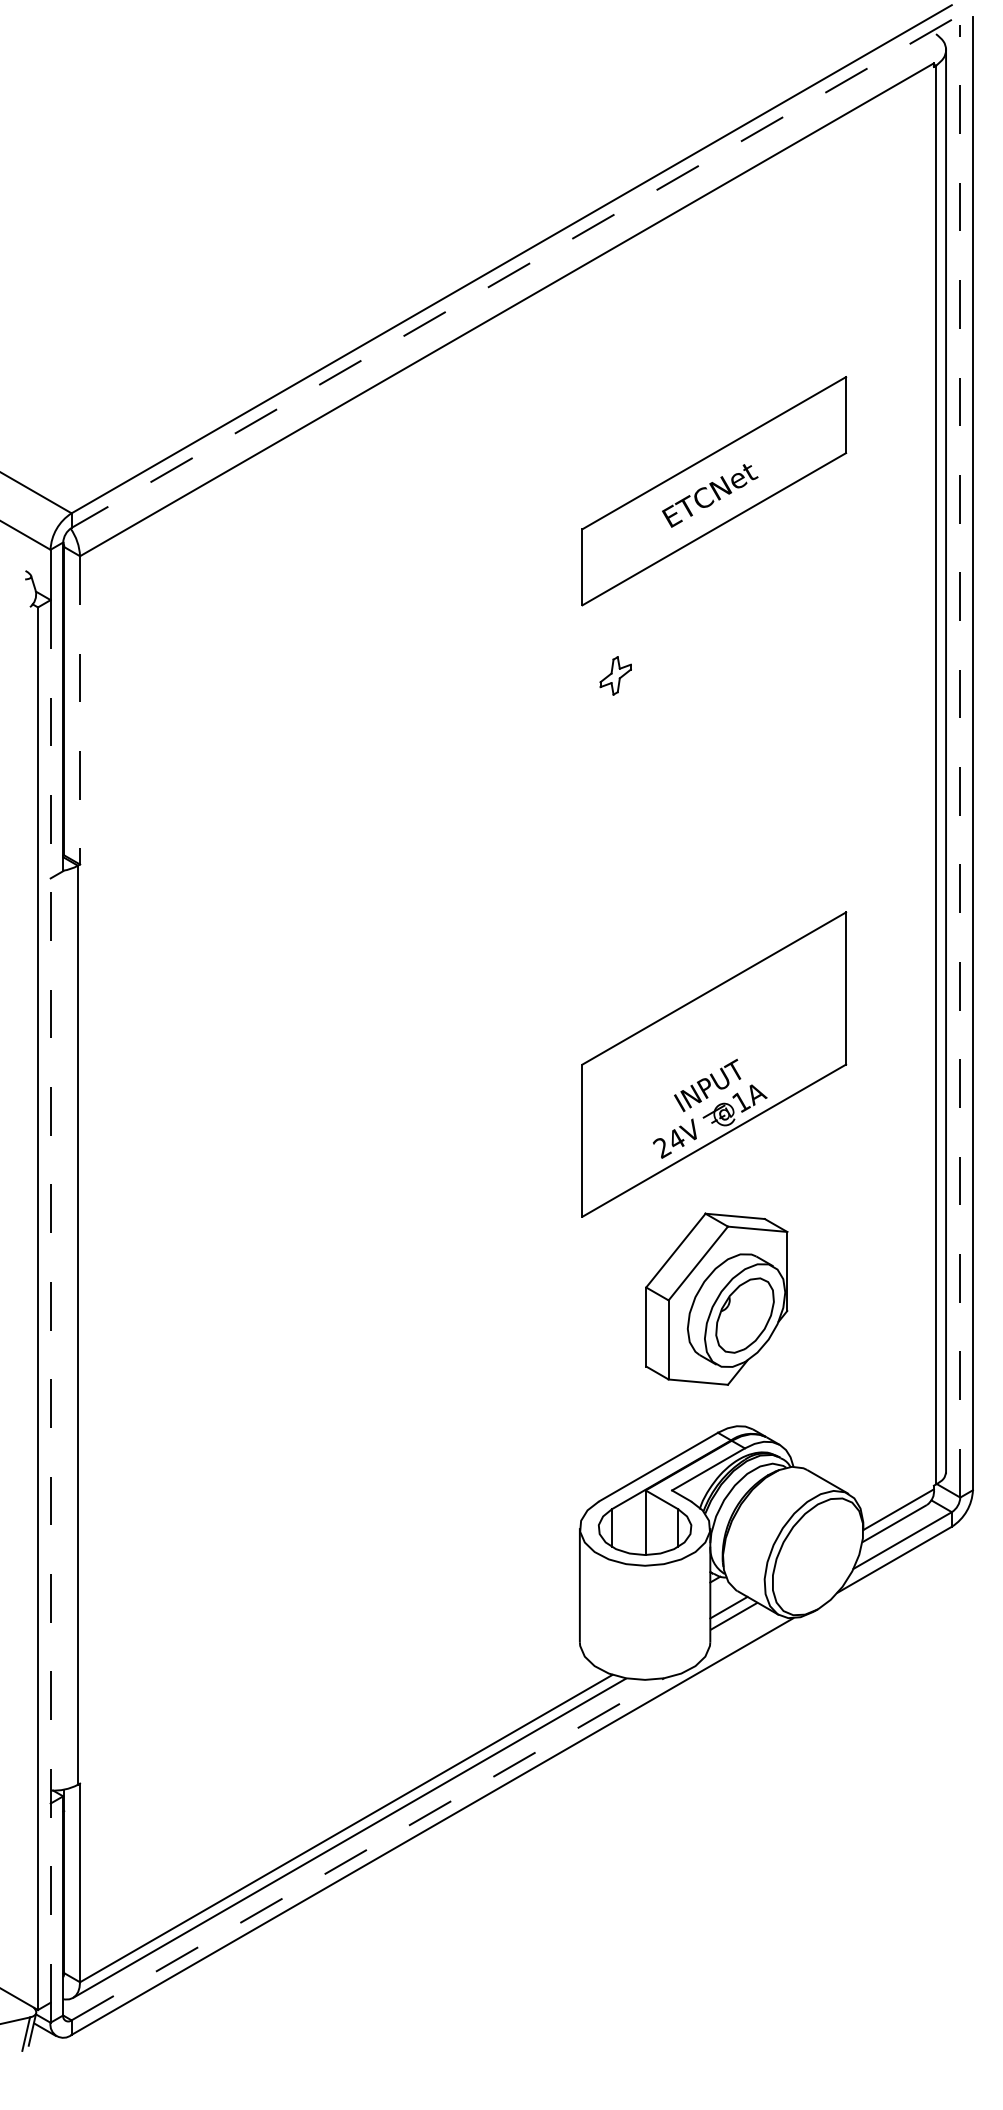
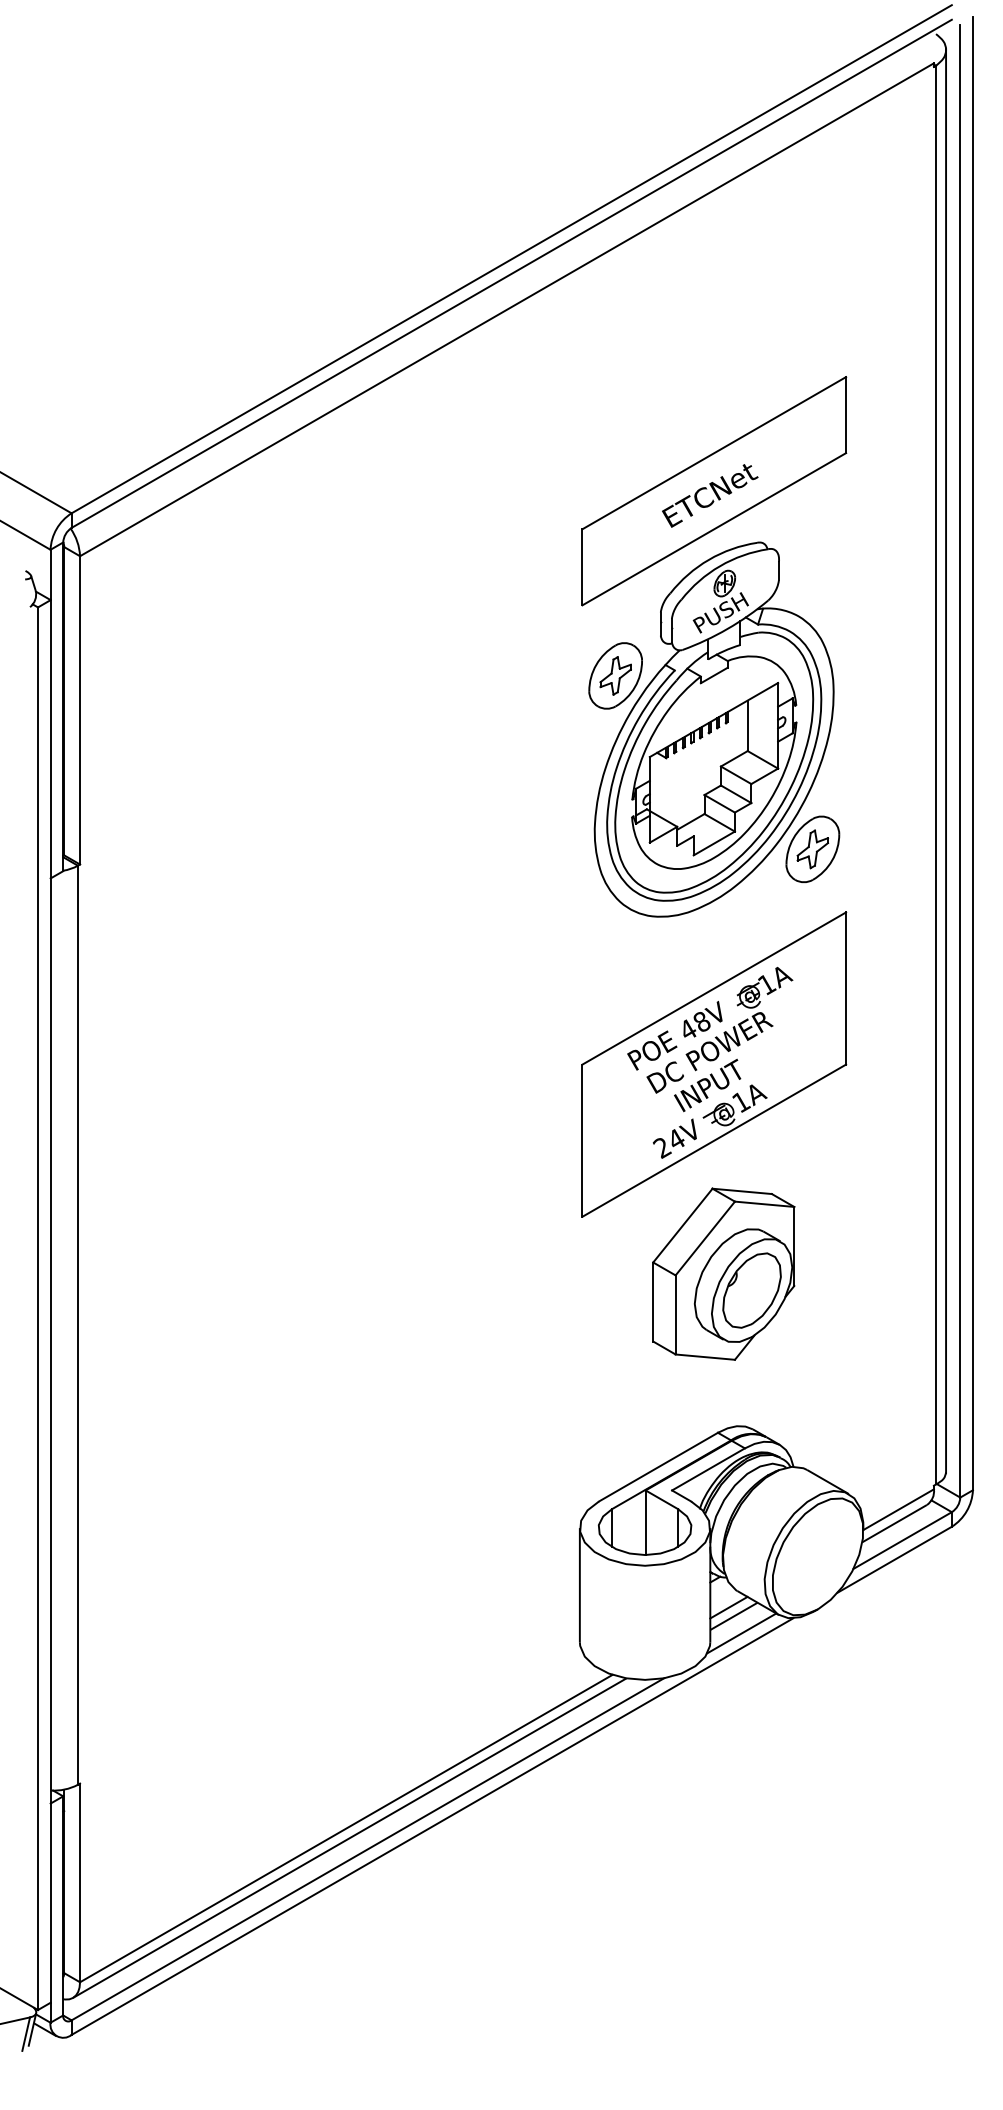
line at (511, 274): dashed -> solid
line at (80, 710): dashed -> solid
part at (714, 729): none -> present
line at (960, 760): dashed -> solid
part at (710, 1030): none -> present
part at (716, 1298) position: (716, 1298) -> (723, 1273)
line at (50, 1301): dashed -> solid
line at (741, 1633): none -> present
line at (368, 1849): dashed -> solid
